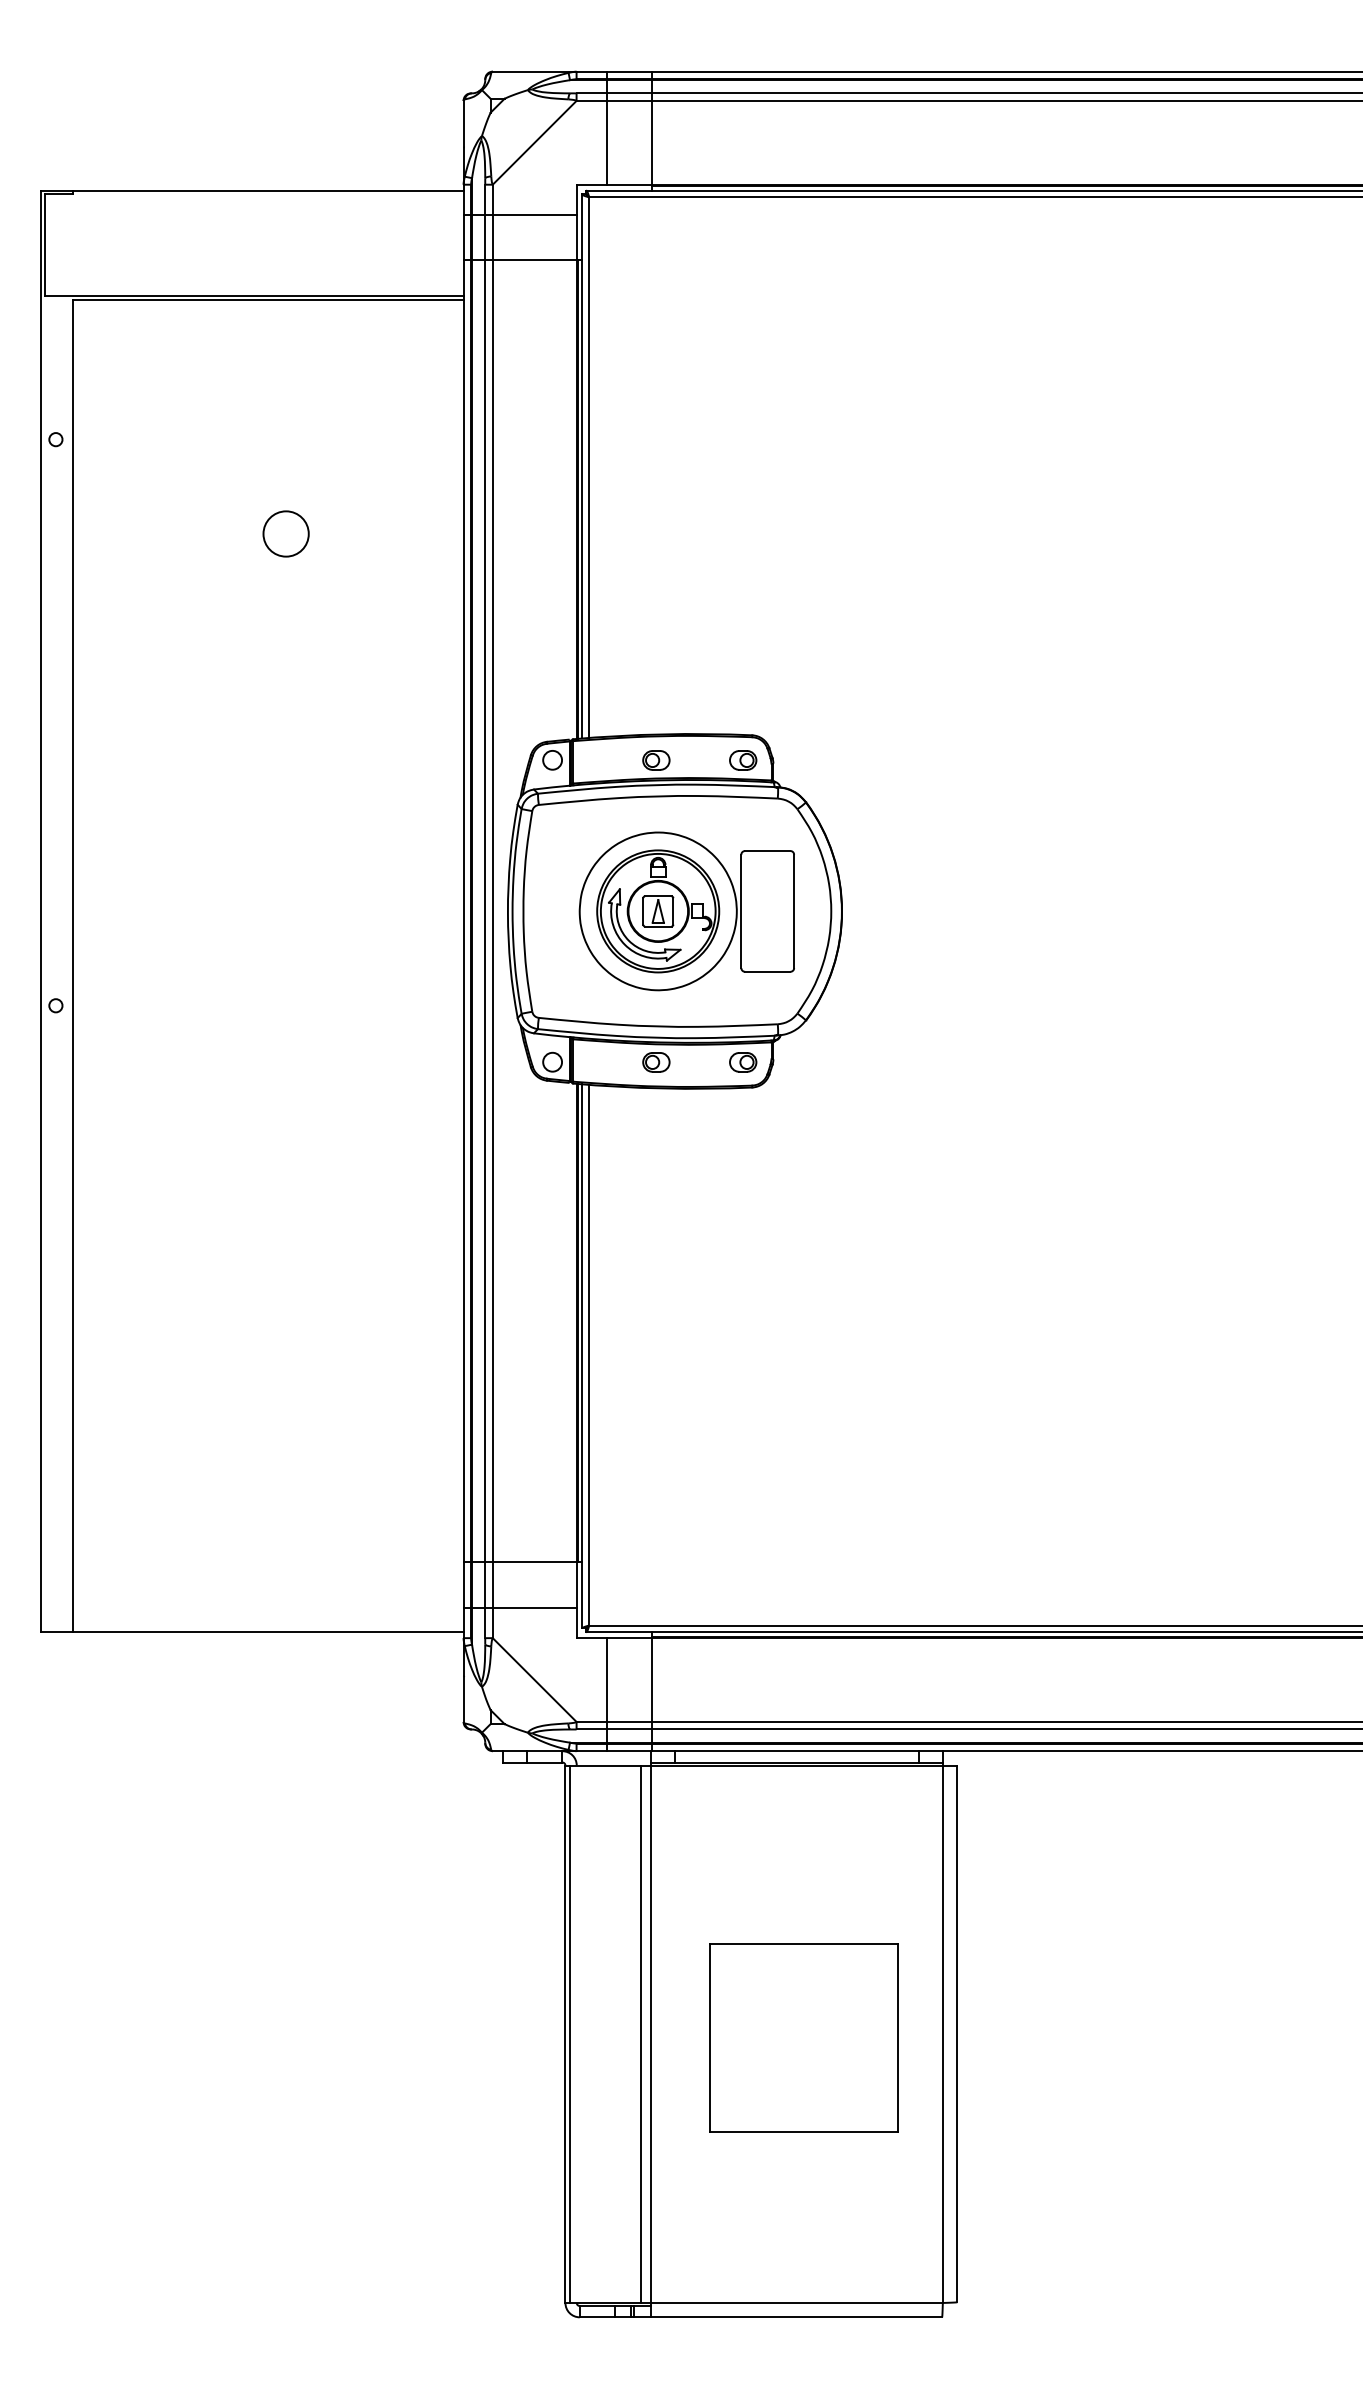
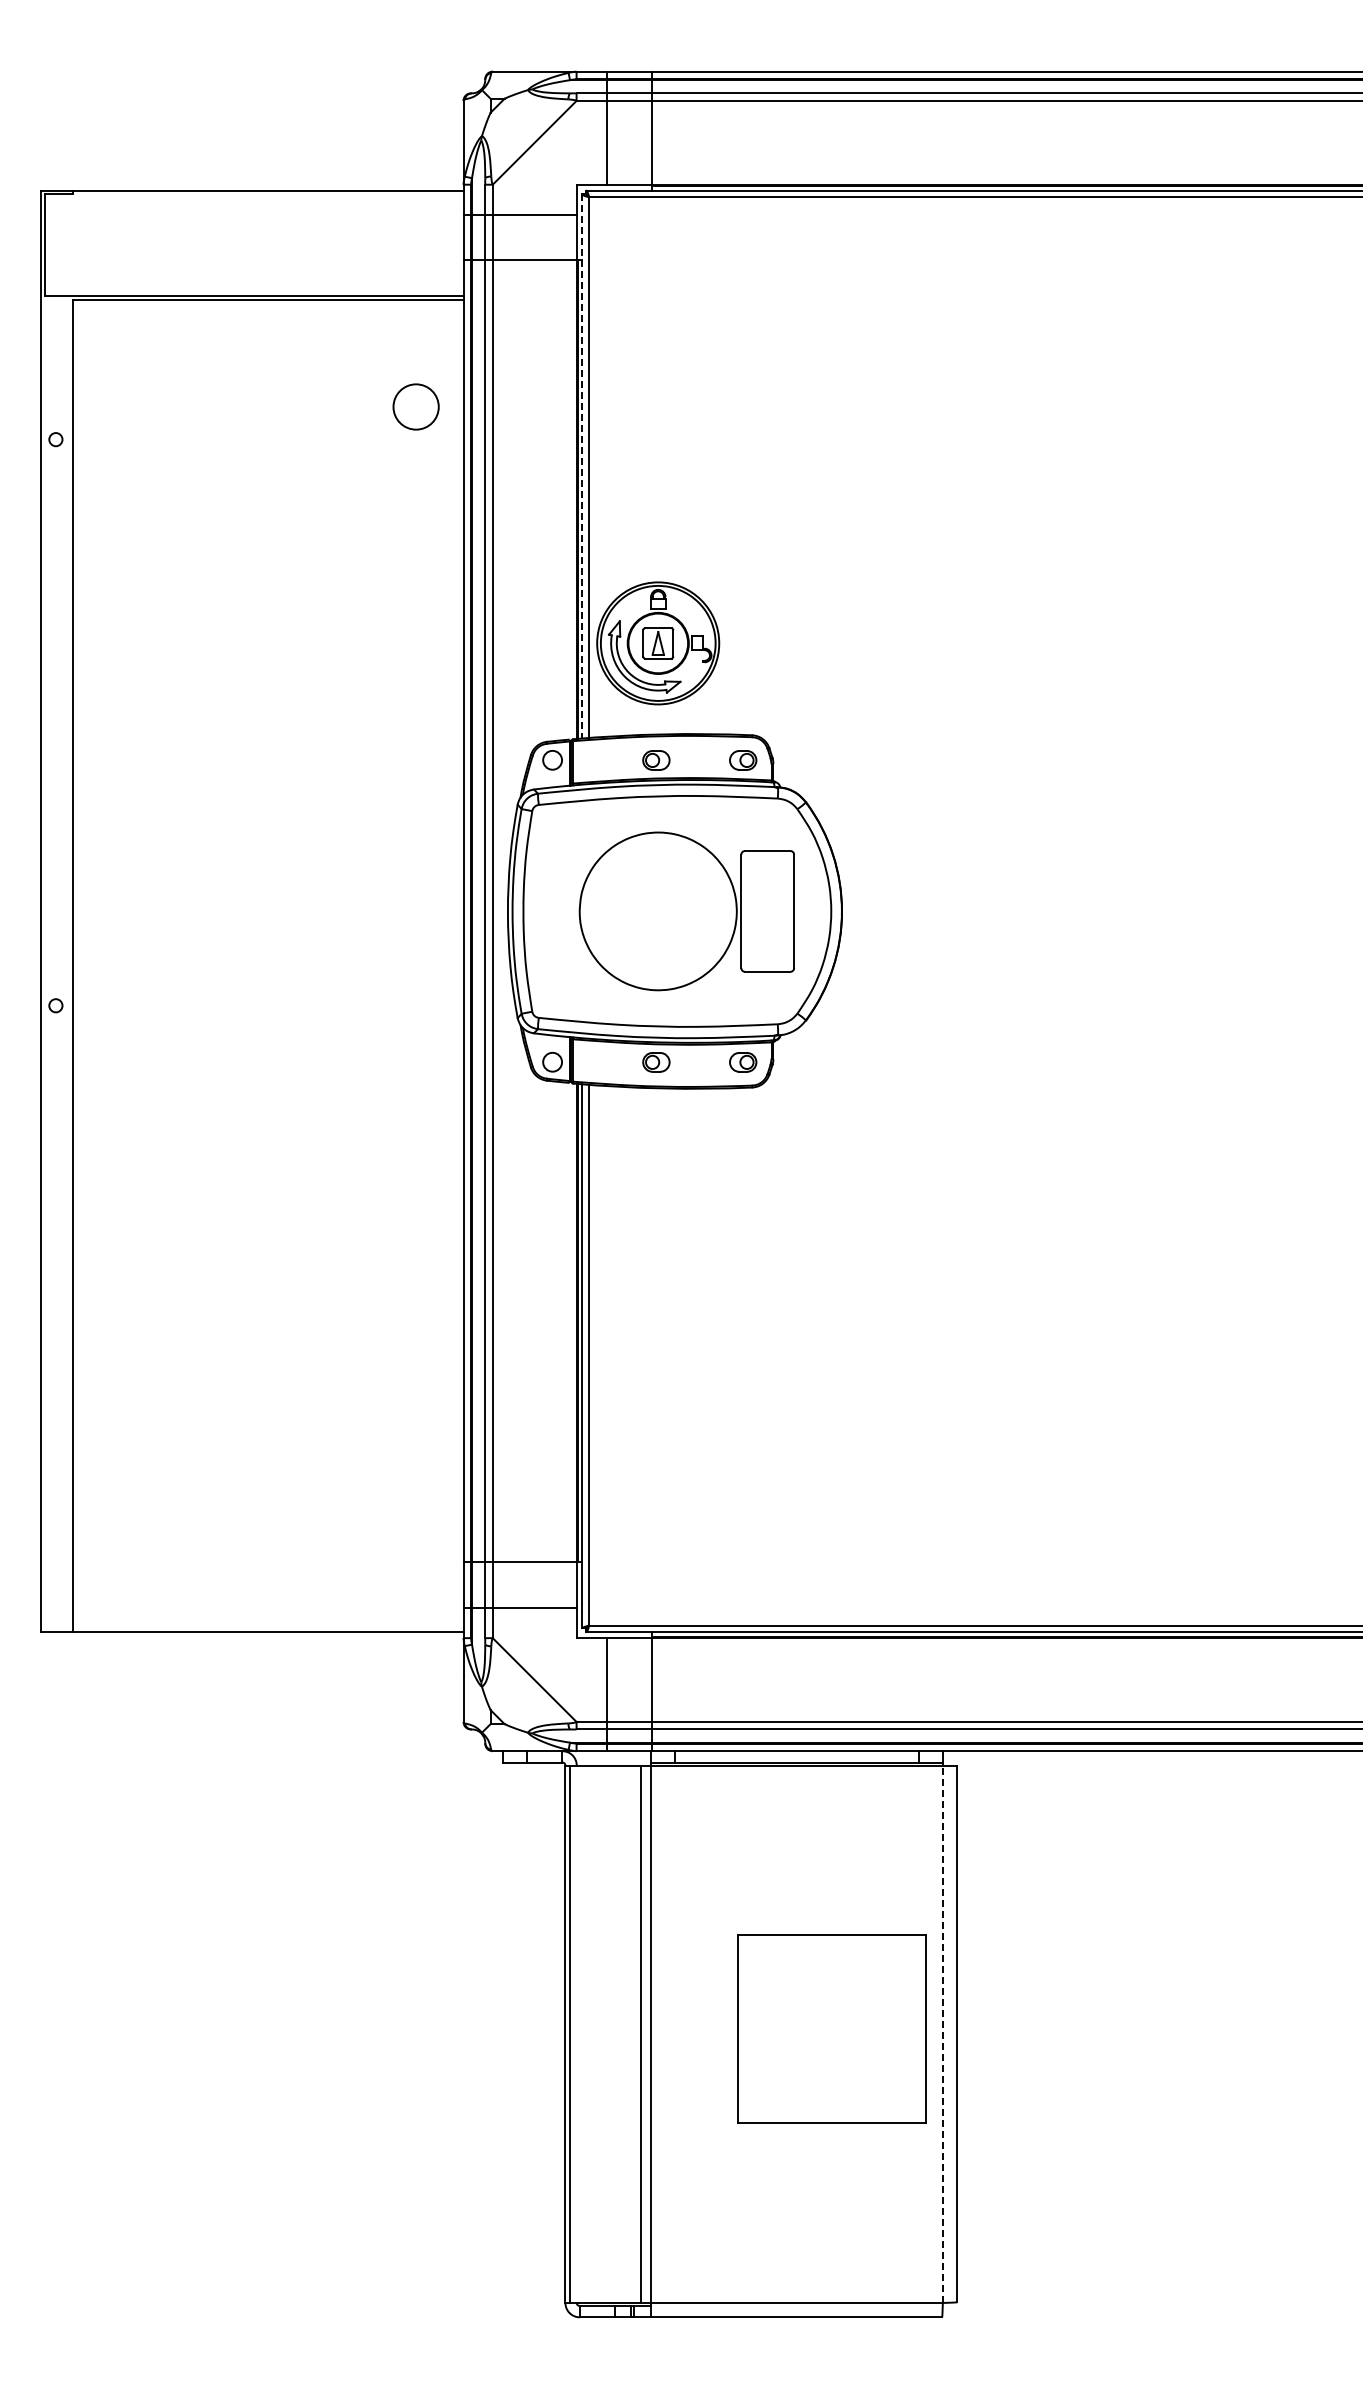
line at (582, 466): solid -> dashed
circle at (285, 533) position: (285, 533) -> (415, 406)
part at (658, 911) position: (658, 911) -> (658, 643)
line at (942, 2034): solid -> dashed
part at (803, 2037) position: (803, 2037) -> (831, 2028)
